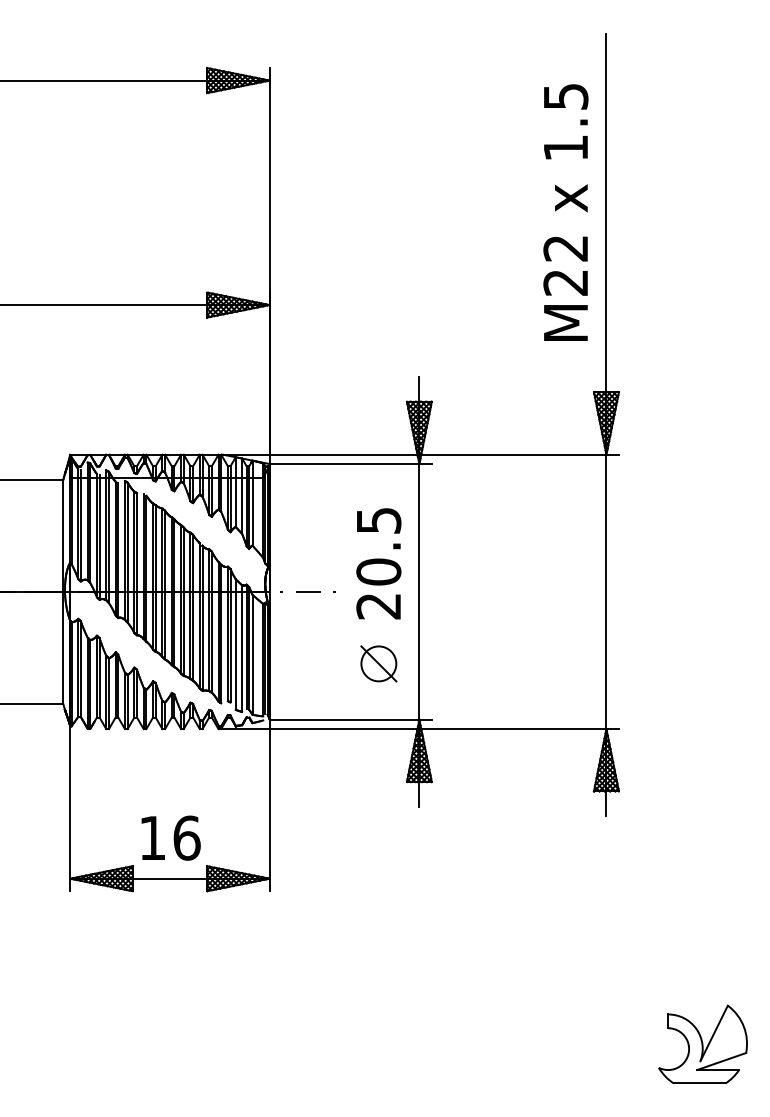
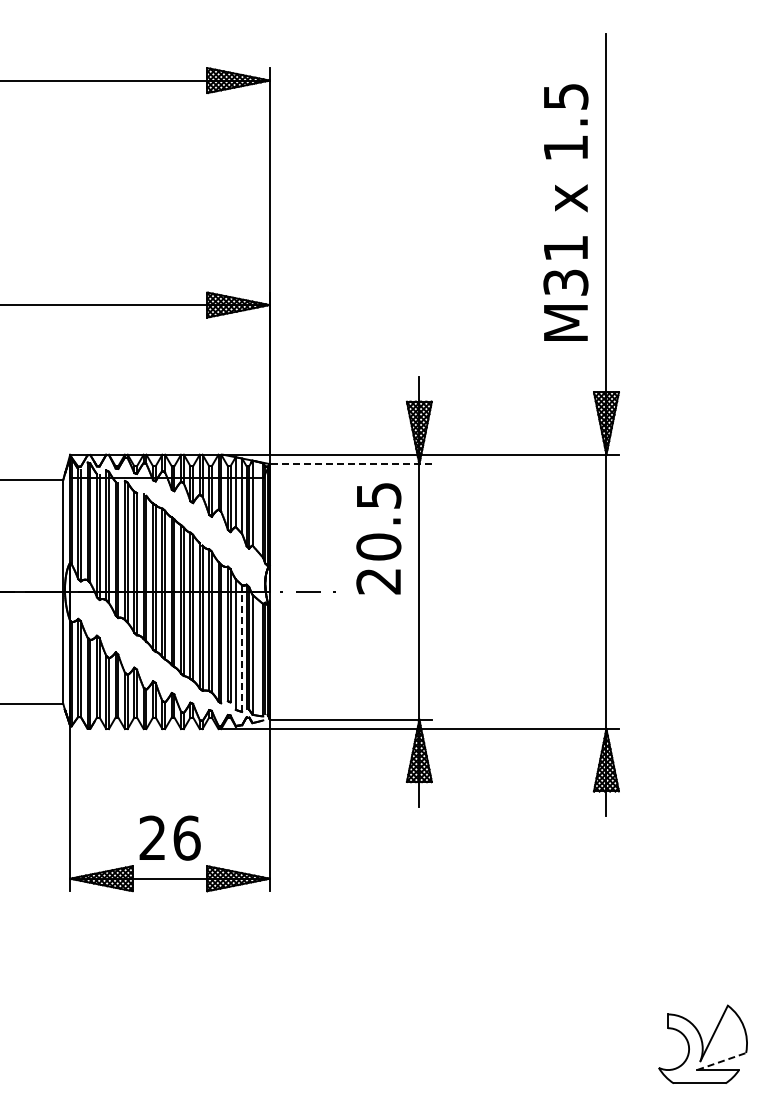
text at (565, 265): M22 -> M31
line at (350, 464): solid -> dashed
text at (378, 563) position: (378, 563) -> (378, 538)
line at (242, 648): solid -> dashed
part at (378, 663): present -> none
text at (151, 837): 16 -> 26
line at (721, 1061): solid -> dashed
